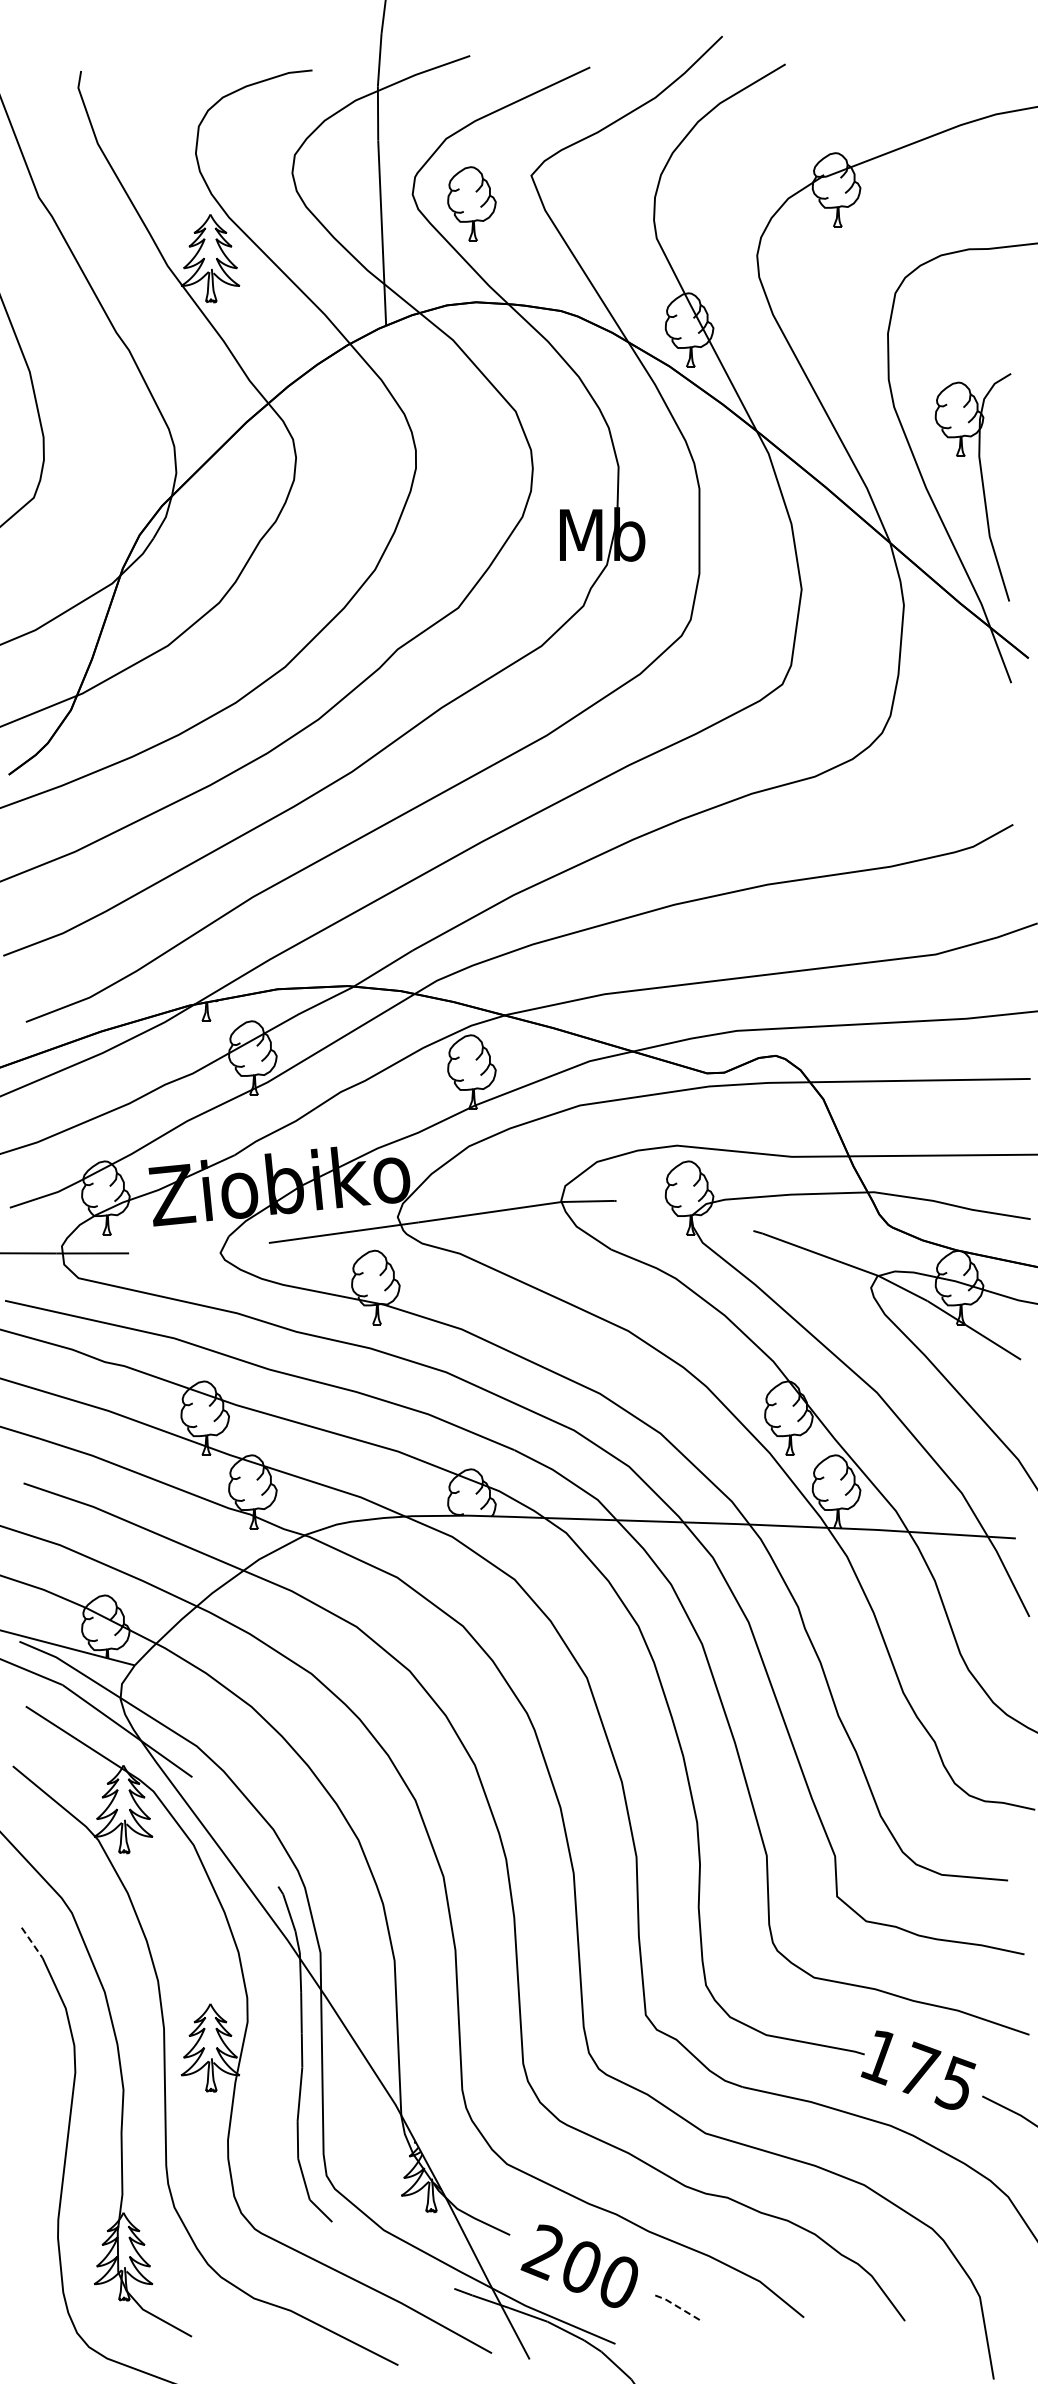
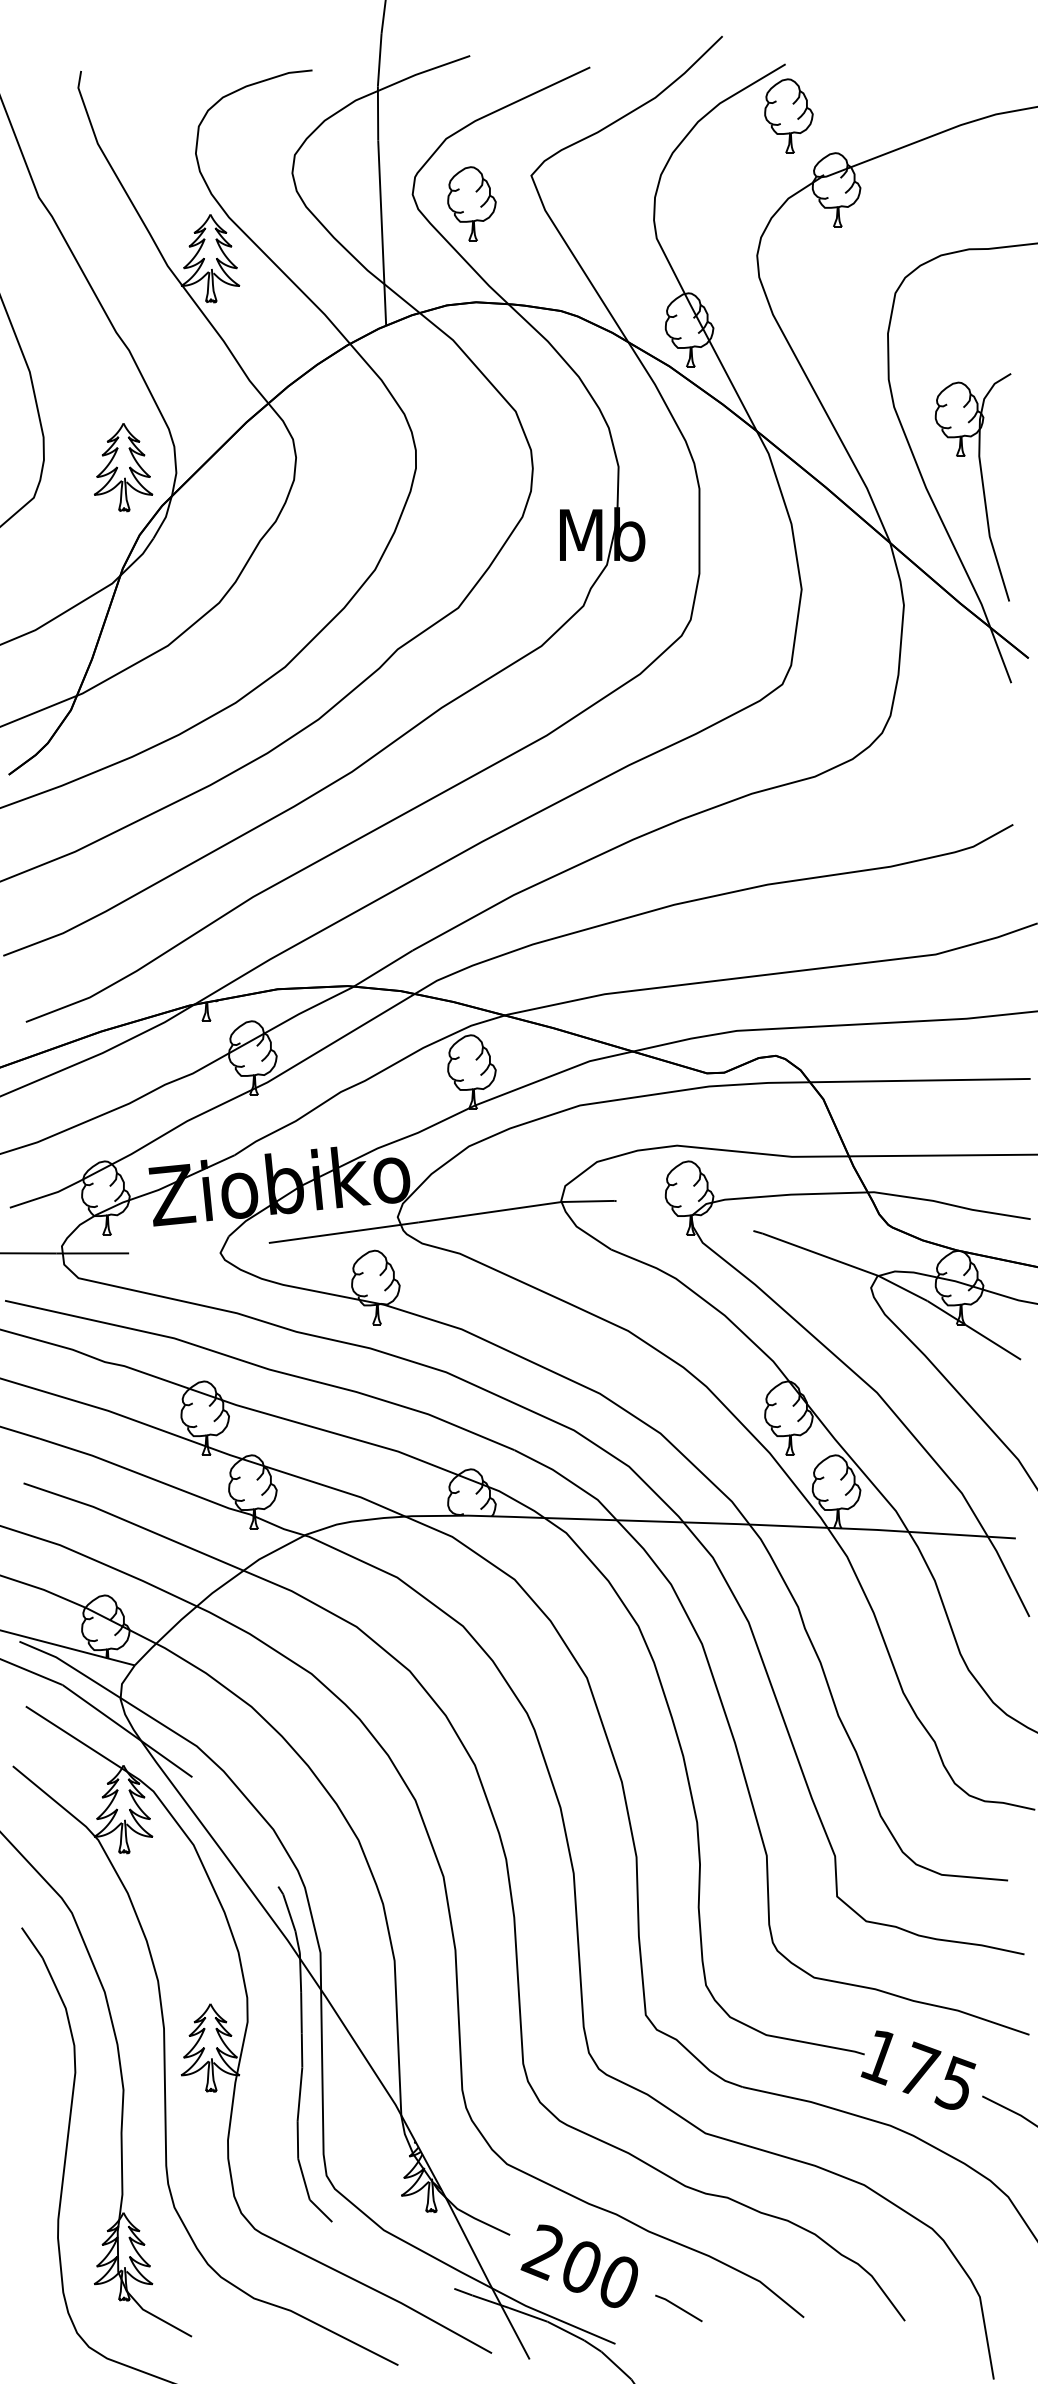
part at (788, 115): none -> present
part at (123, 467): none -> present
line at (32, 1943): dashed -> solid
line at (678, 2307): dashed -> solid
